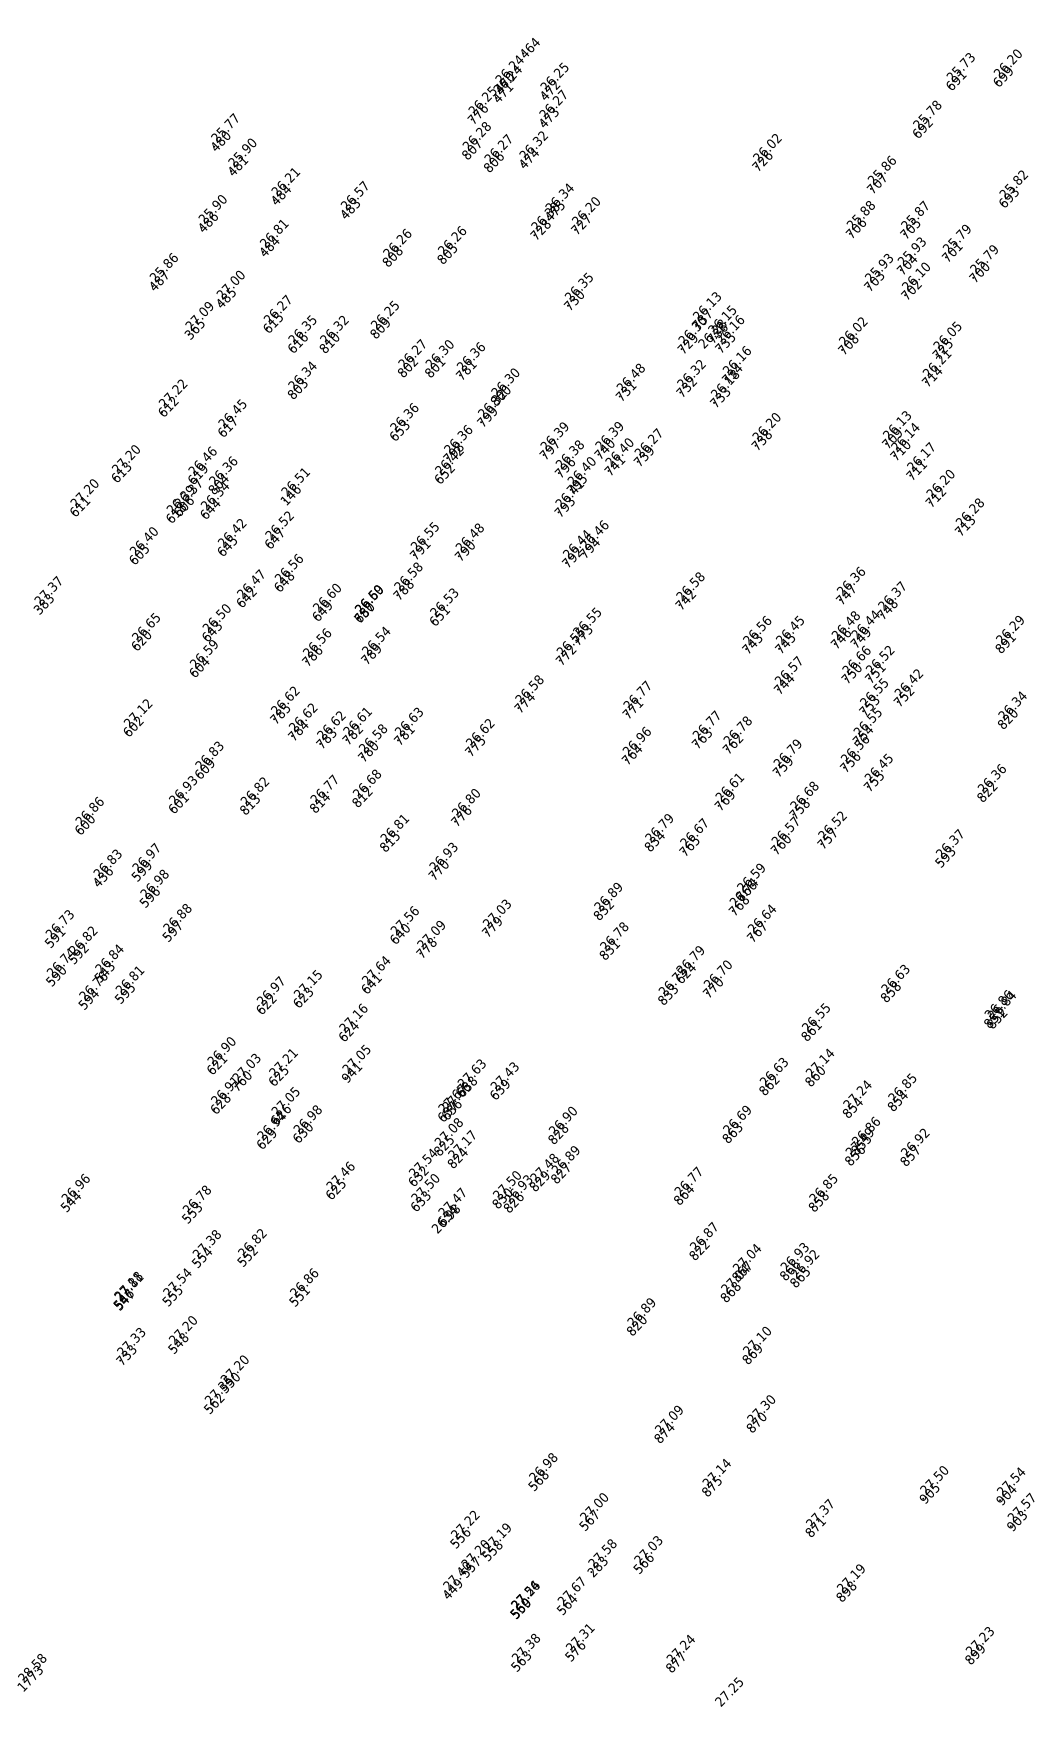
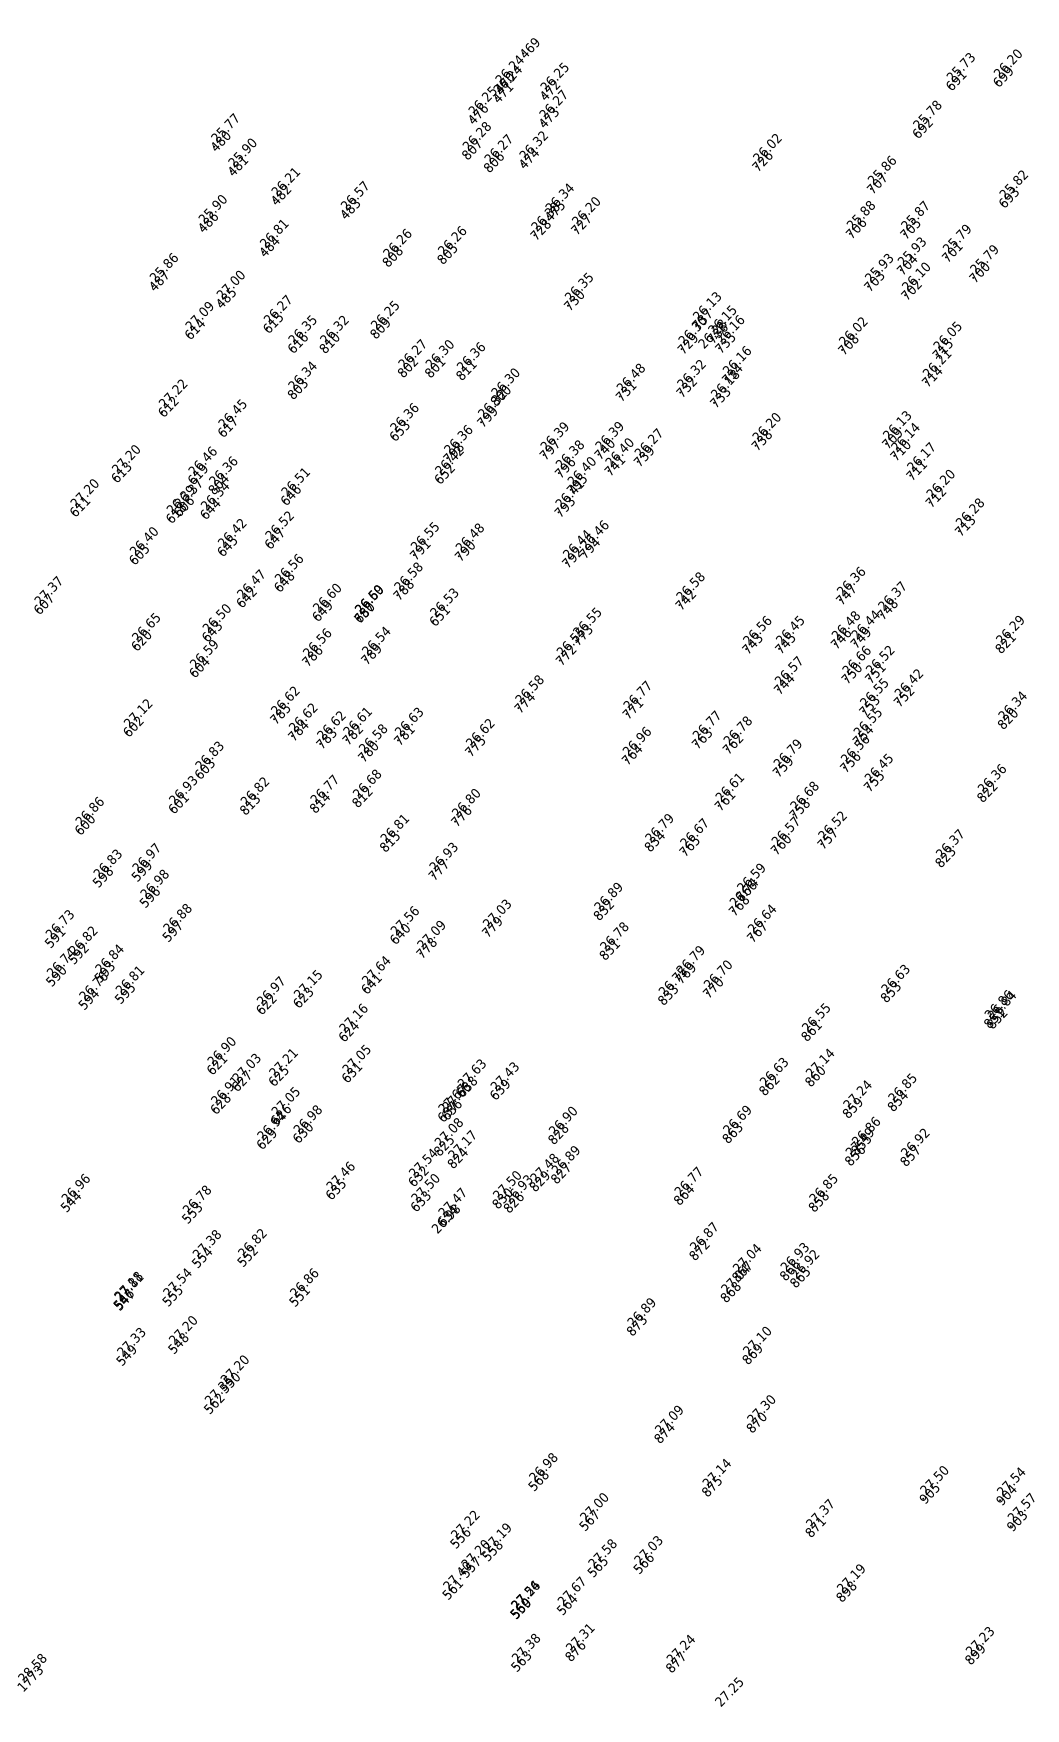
text at (534, 42): 464 -> 469
text at (472, 118): 776 -> 476
text at (286, 189): 484 -> 482
text at (194, 328): 365 -> 614
text at (941, 349): 725 -> 715
text at (463, 372): 781 -> 811
text at (285, 500): 146 -> 646
text at (43, 603): 383 -> 607
text at (1005, 643): 891 -> 821
text at (209, 764): 609 -> 603
text at (730, 794): 769 -> 761
text at (942, 860): 593 -> 823
text at (443, 863): 770 -> 777
text at (101, 876): 436 -> 598
text at (104, 971): 543 -> 593
text at (685, 972): 624 -> 769
text at (895, 986): 858 -> 853
text at (349, 1074): 941 -> 631
text at (241, 1080): 760 -> 627
text at (857, 1102): 854 -> 859
text at (335, 1189): 625 -> 635
text at (699, 1249): 822 -> 872
text at (638, 1323): 820 -> 873
text at (126, 1355): 733 -> 549
text at (597, 1566): 283 -> 565
text at (452, 1589): 449 -> 561
text at (569, 1656): 576 -> 876
